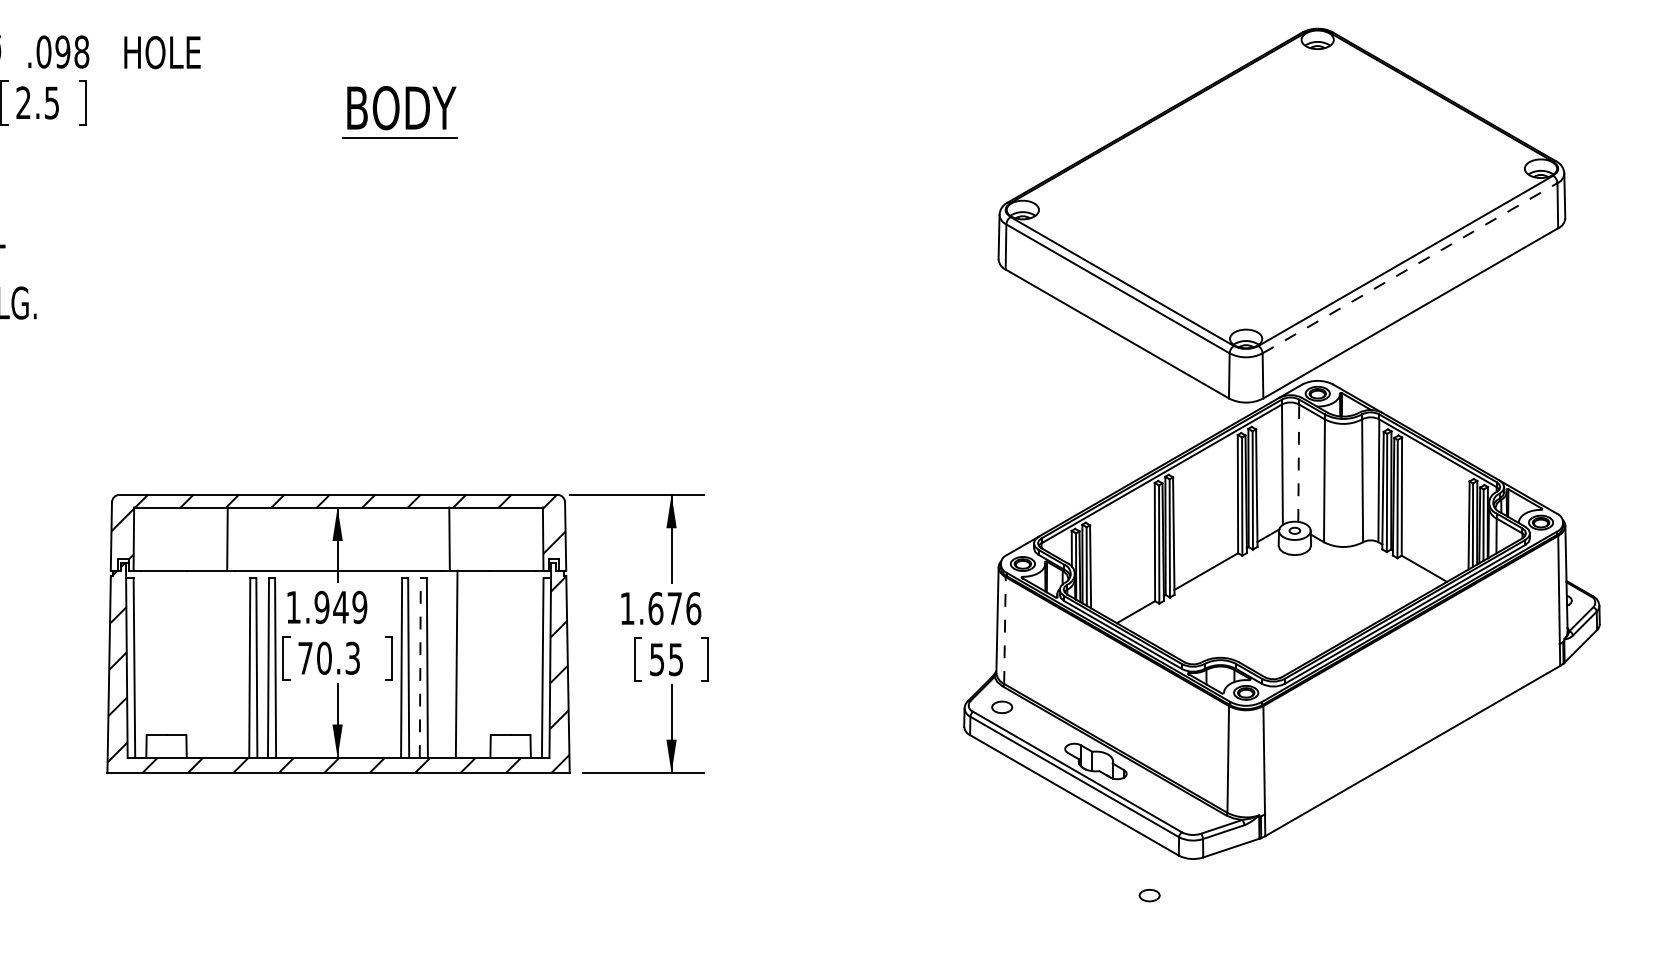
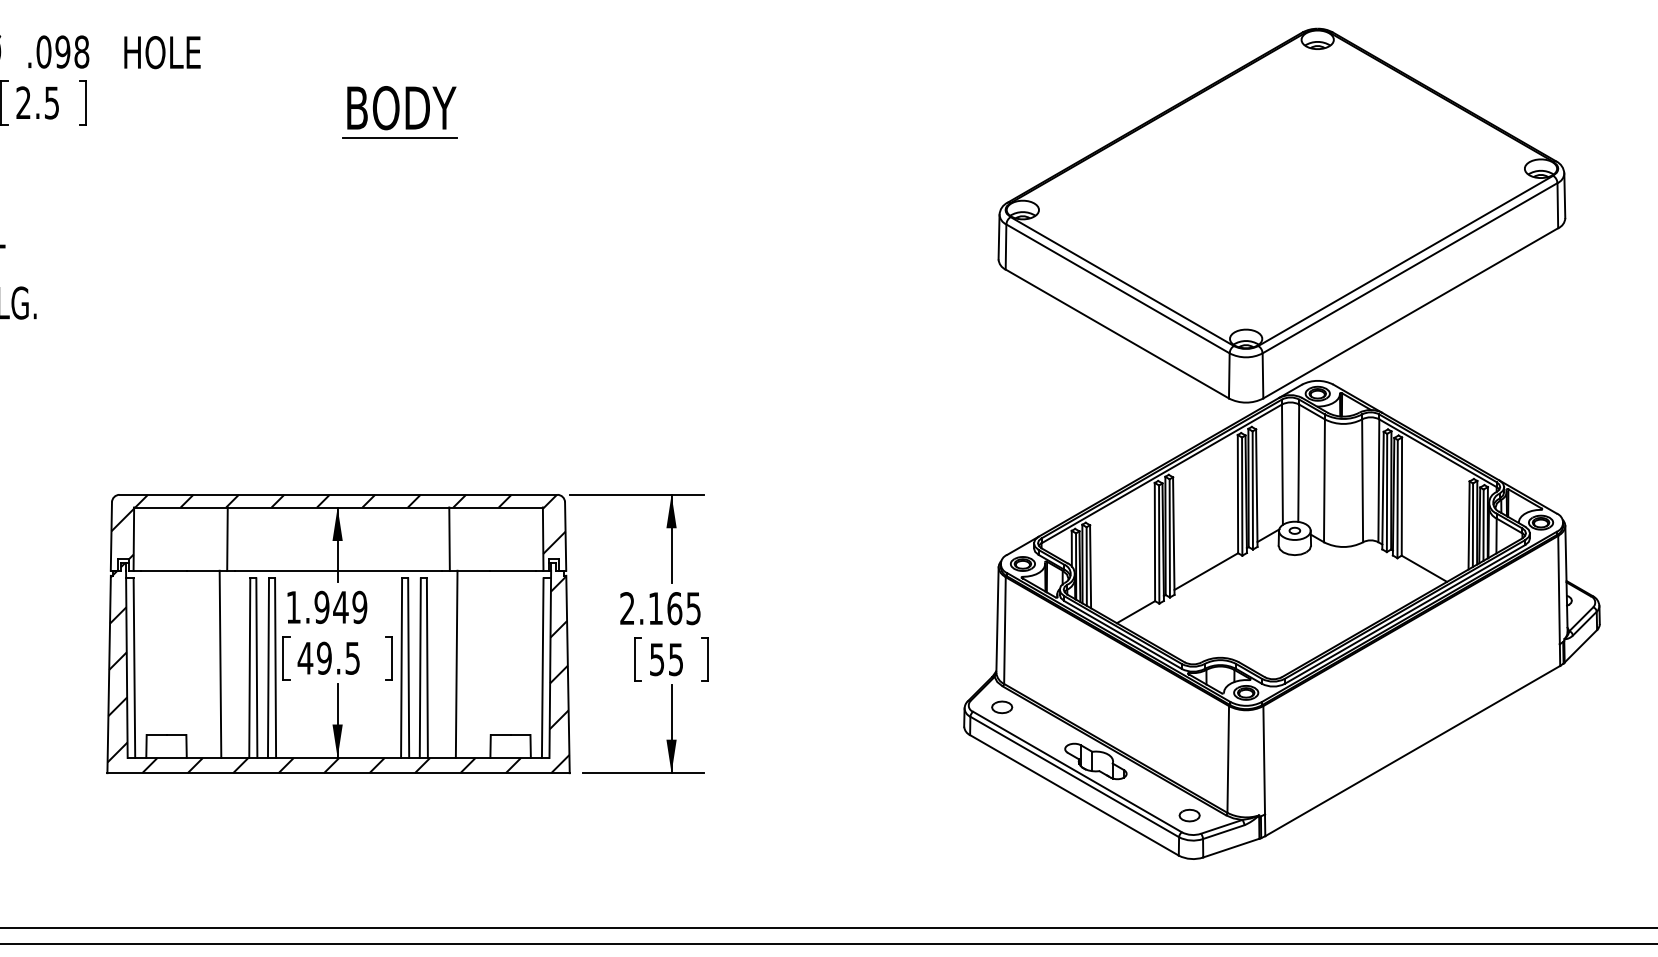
line at (1410, 267): dashed -> solid
line at (1298, 463): dashed -> solid
text at (660, 608): 1.676 -> 2.165
line at (1004, 630): dashed -> solid
text at (328, 657): 70.3 -> 49.5
line at (220, 663): none -> present
line at (420, 668): dashed -> solid
part at (1149, 895) position: (1149, 895) -> (1189, 815)
line at (828, 928): none -> present
line at (828, 944): none -> present
